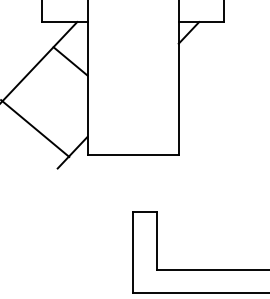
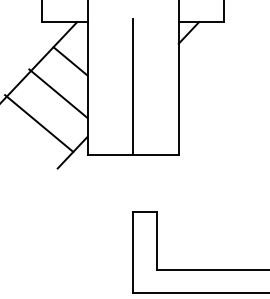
line at (133, 86): none -> present
line at (58, 93): none -> present
line at (35, 129) position: (35, 129) -> (39, 123)
